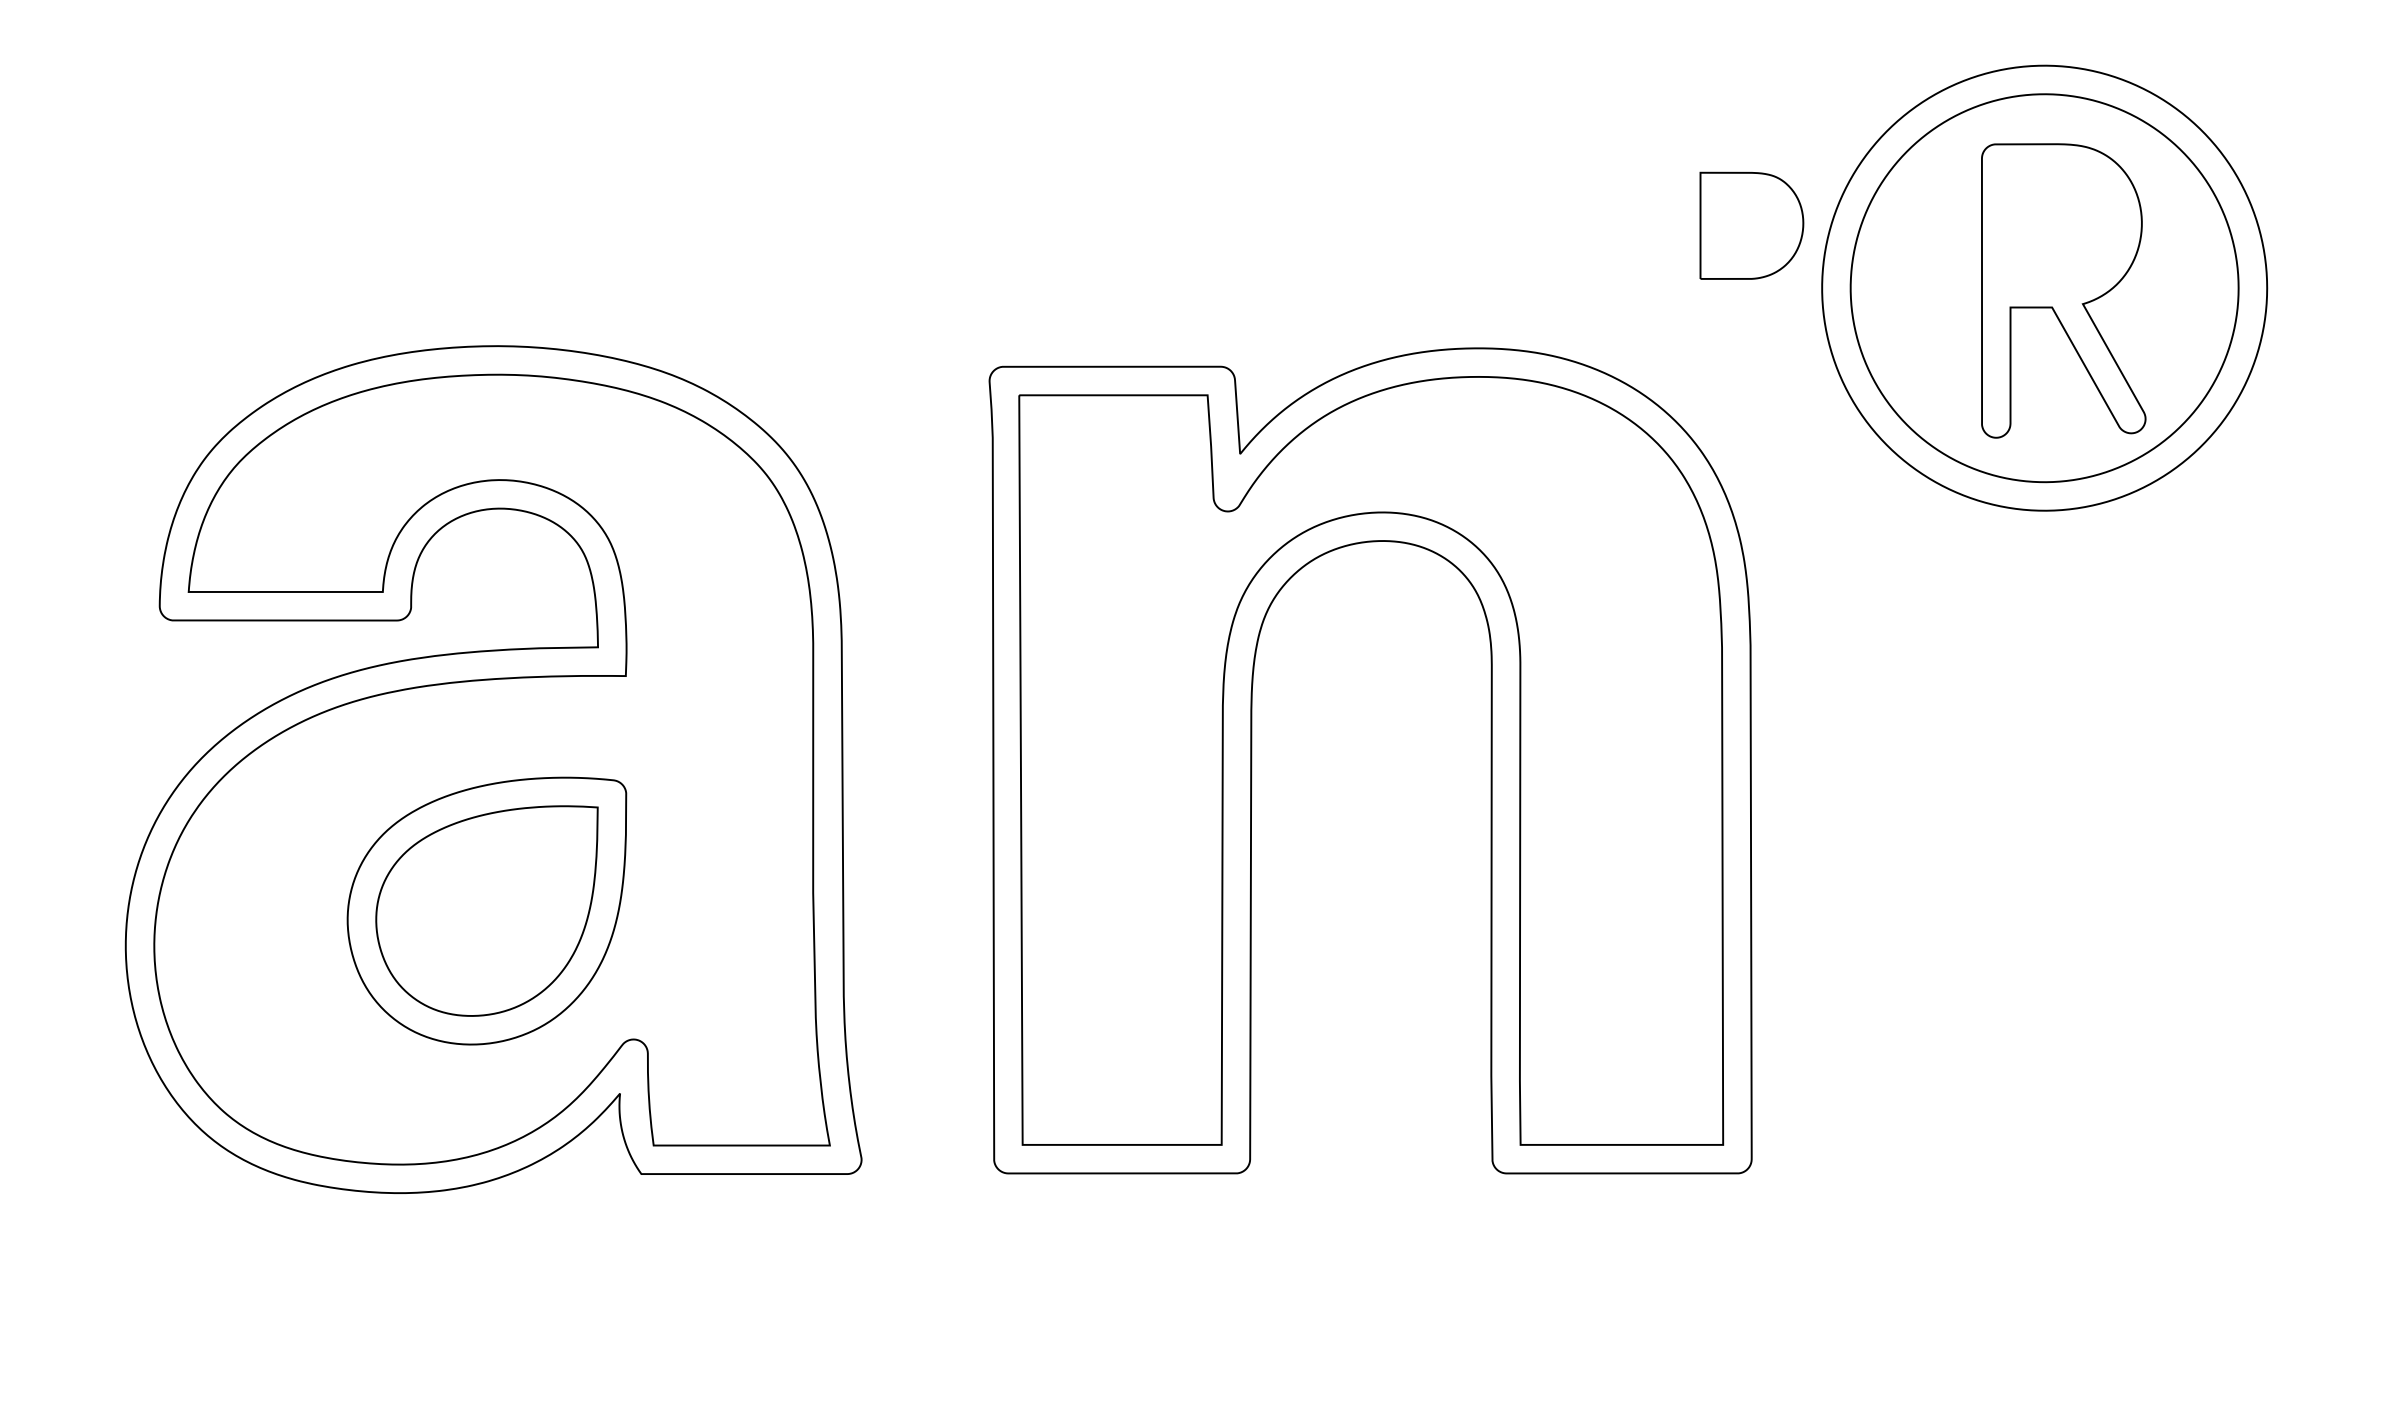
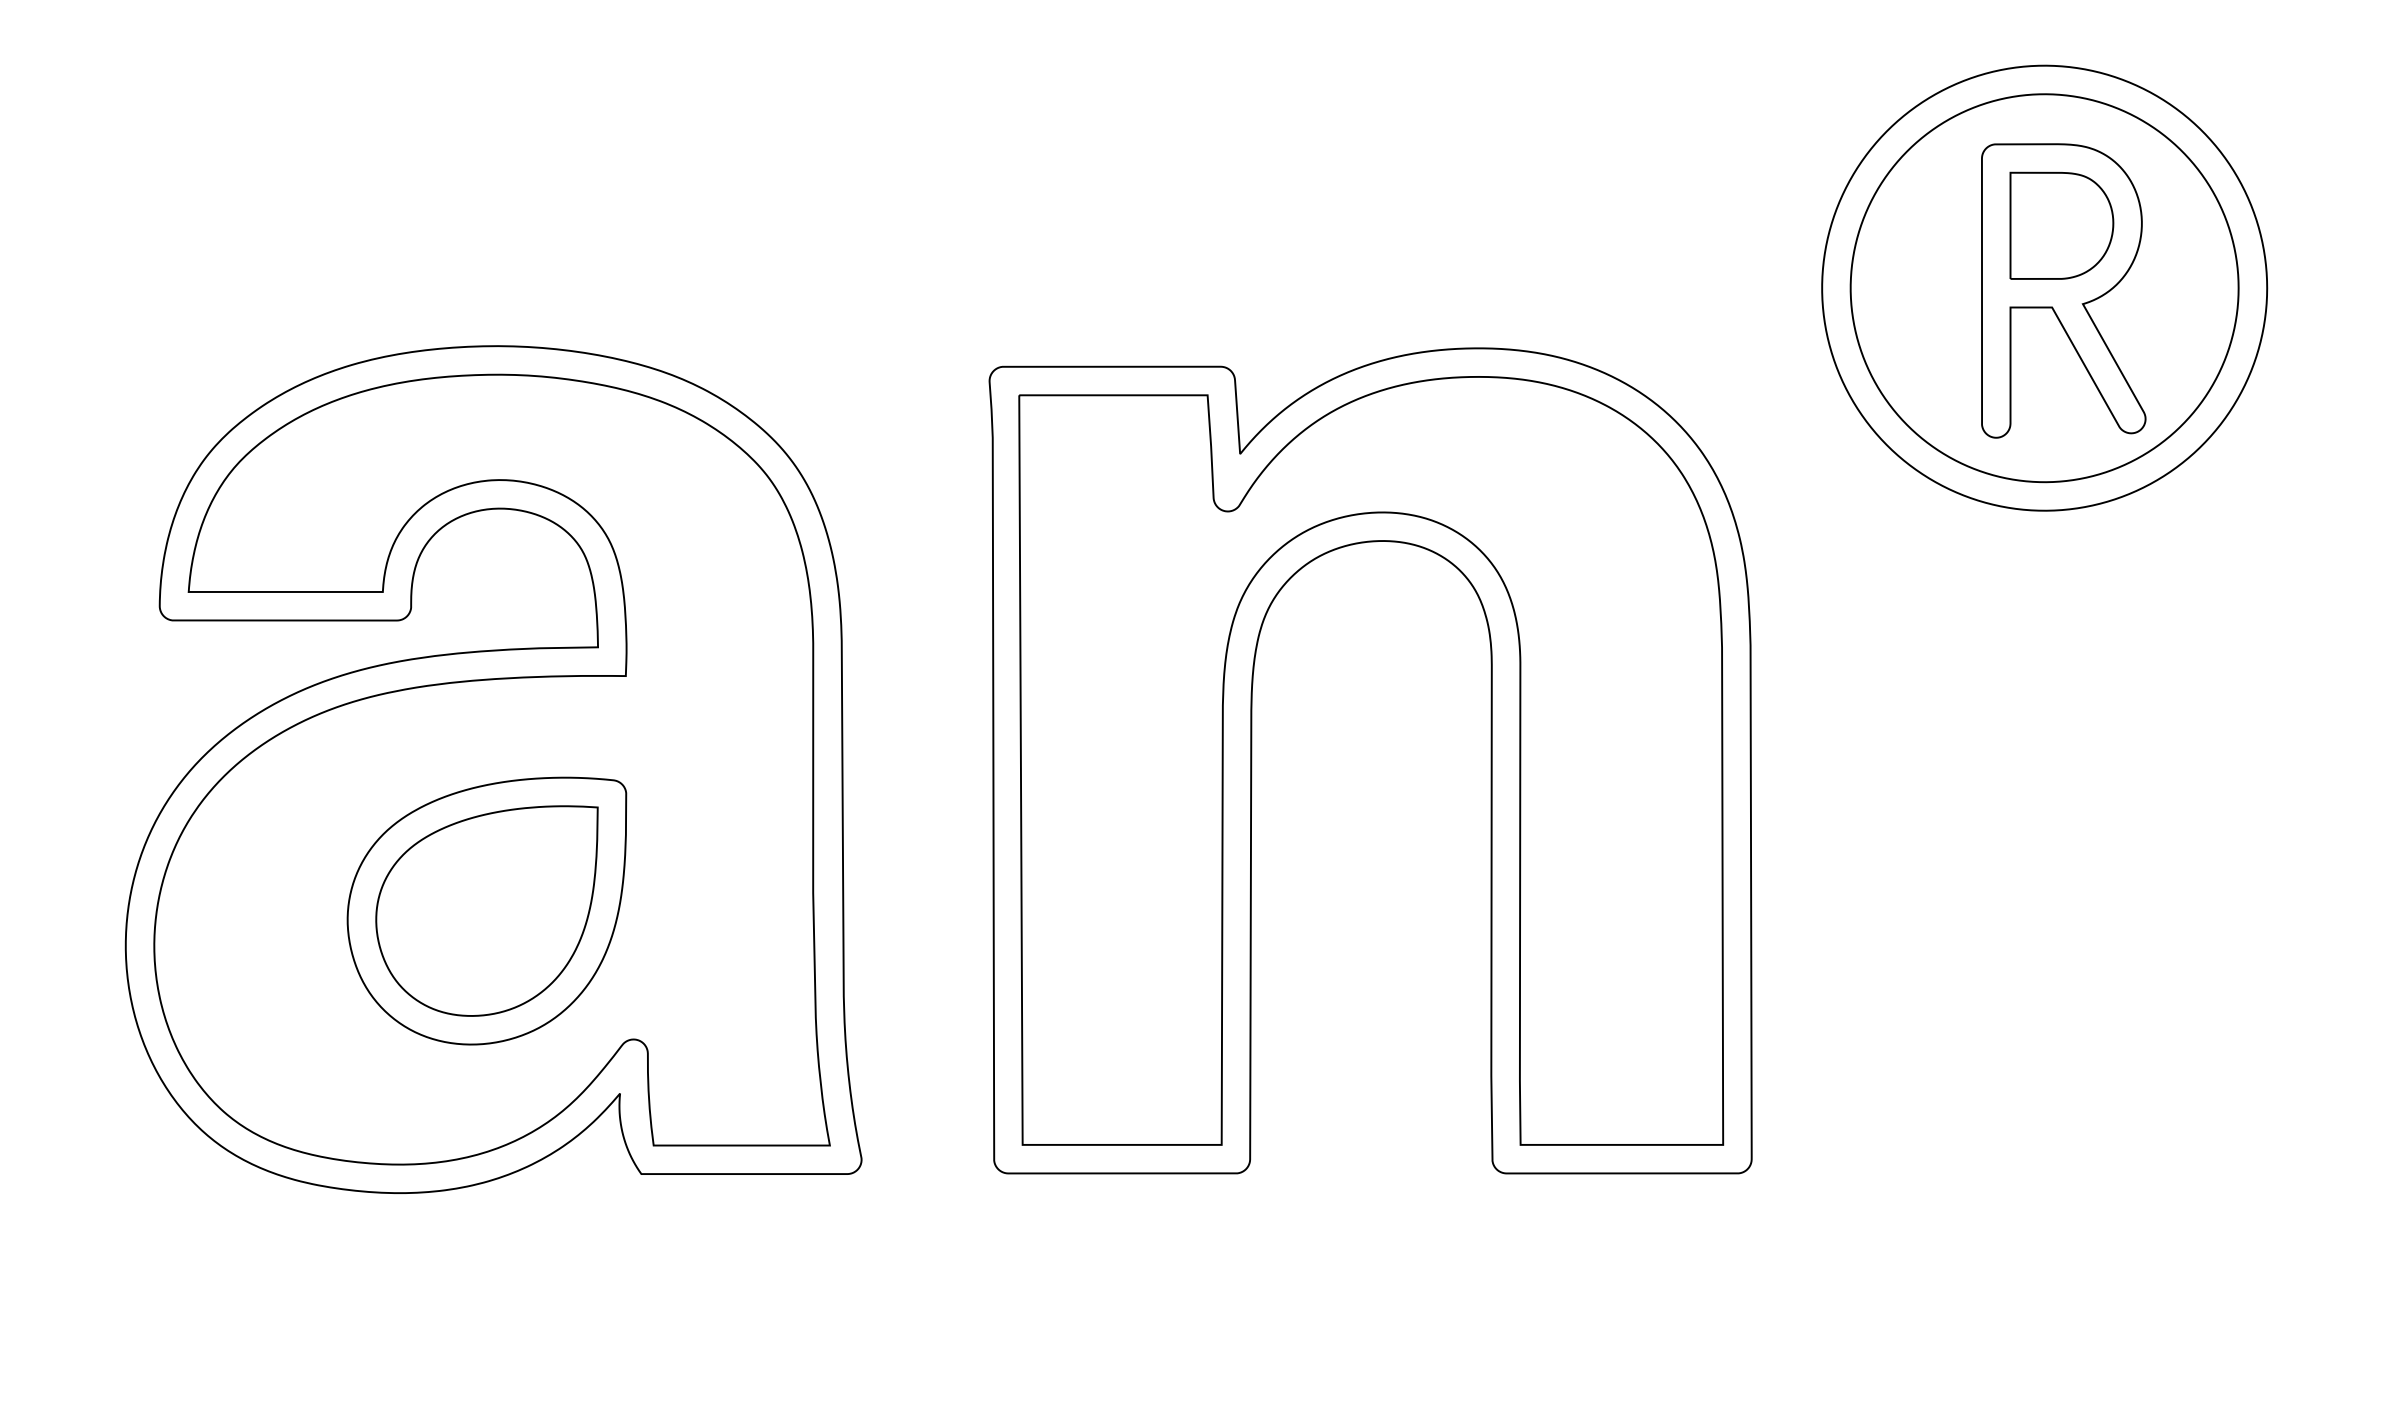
part at (1751, 225) position: (1751, 225) -> (2061, 225)
